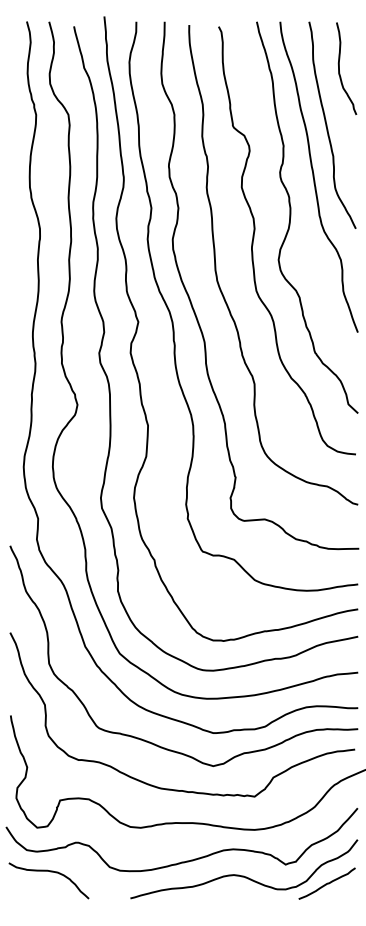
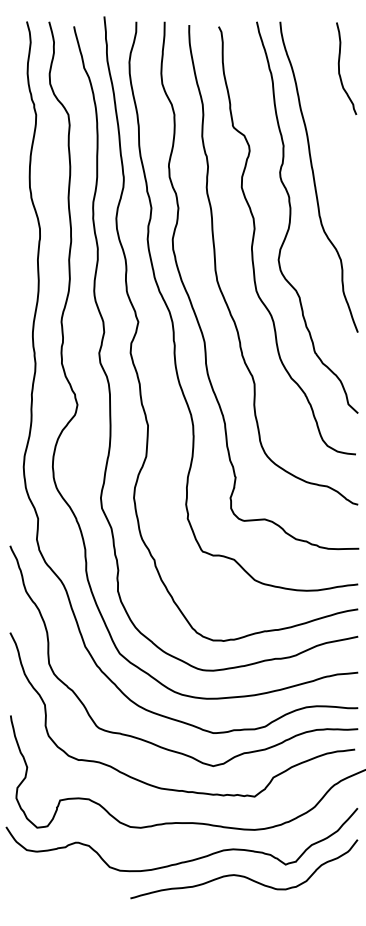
curve at (327, 124): present -> none
curve at (50, 872): present -> none
curve at (326, 883): present -> none
